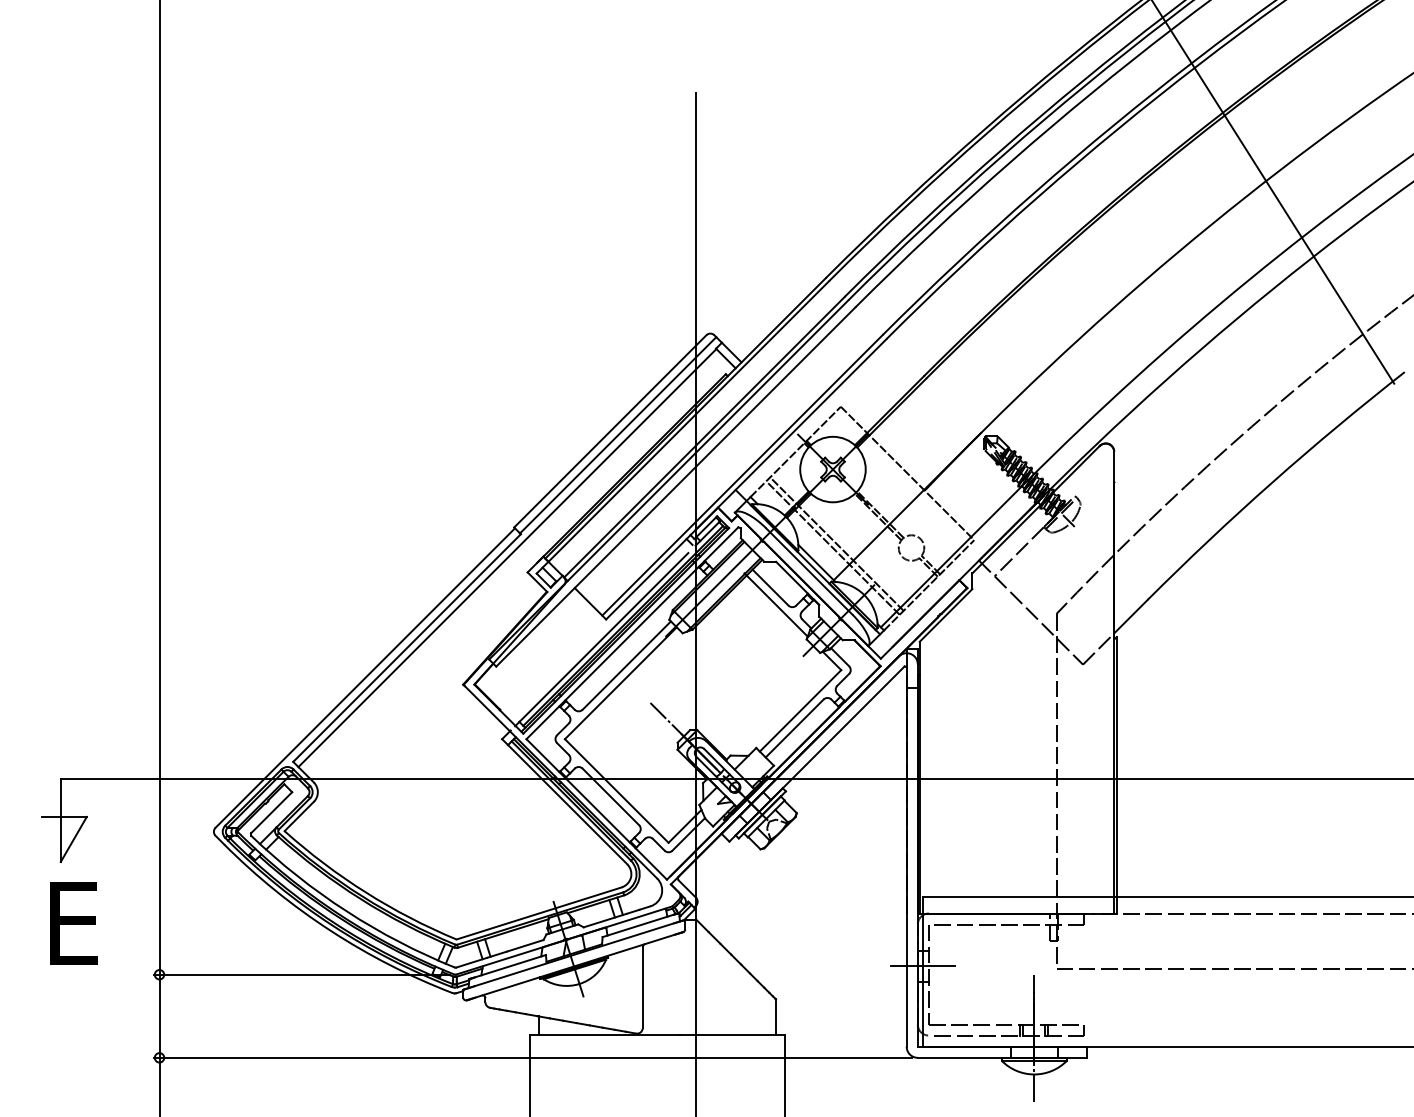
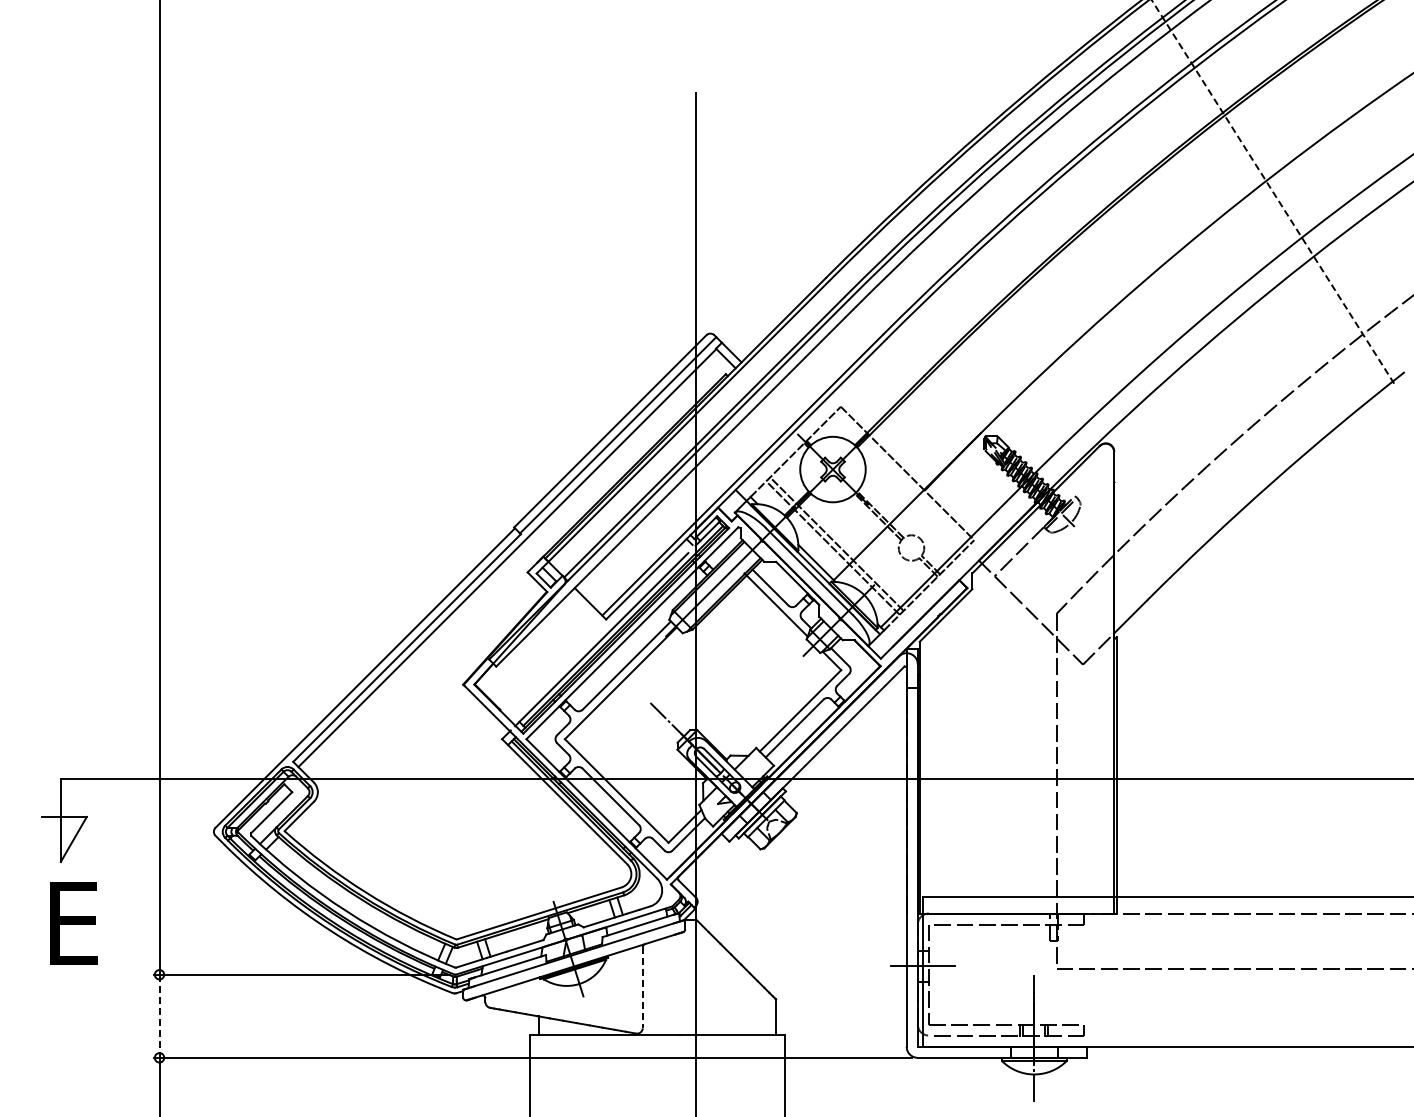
line at (1273, 192): solid -> dashed
line at (642, 987): solid -> dashed
line at (159, 1016): solid -> dashed
